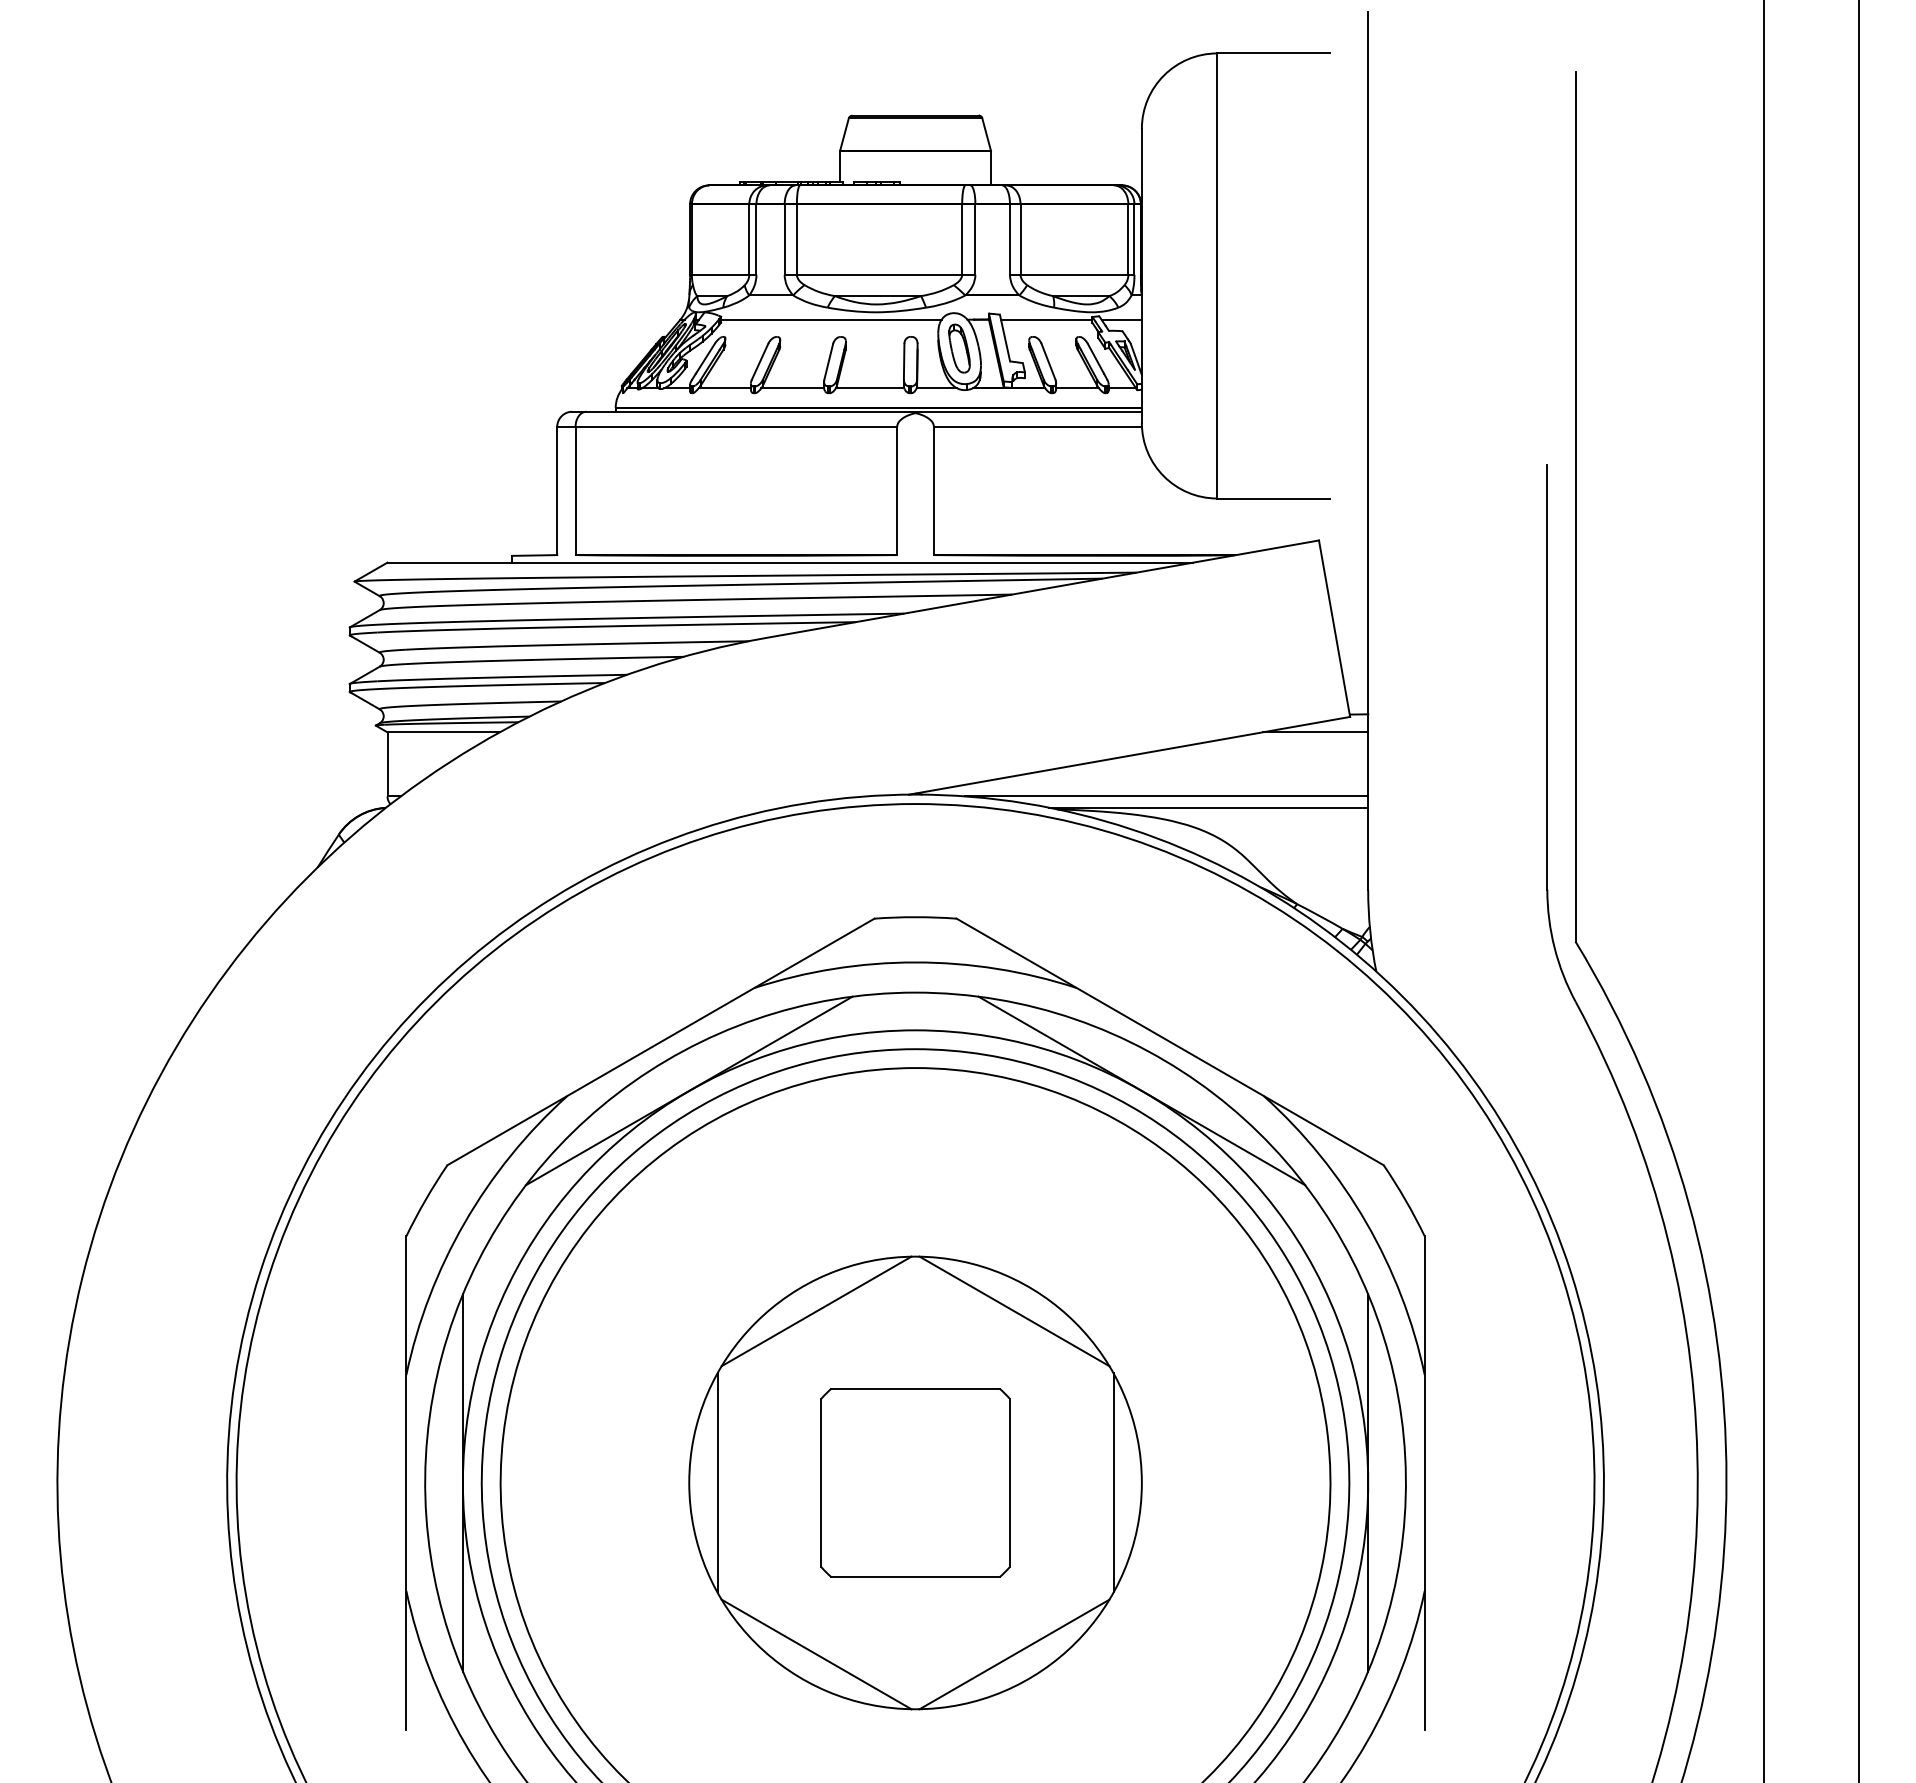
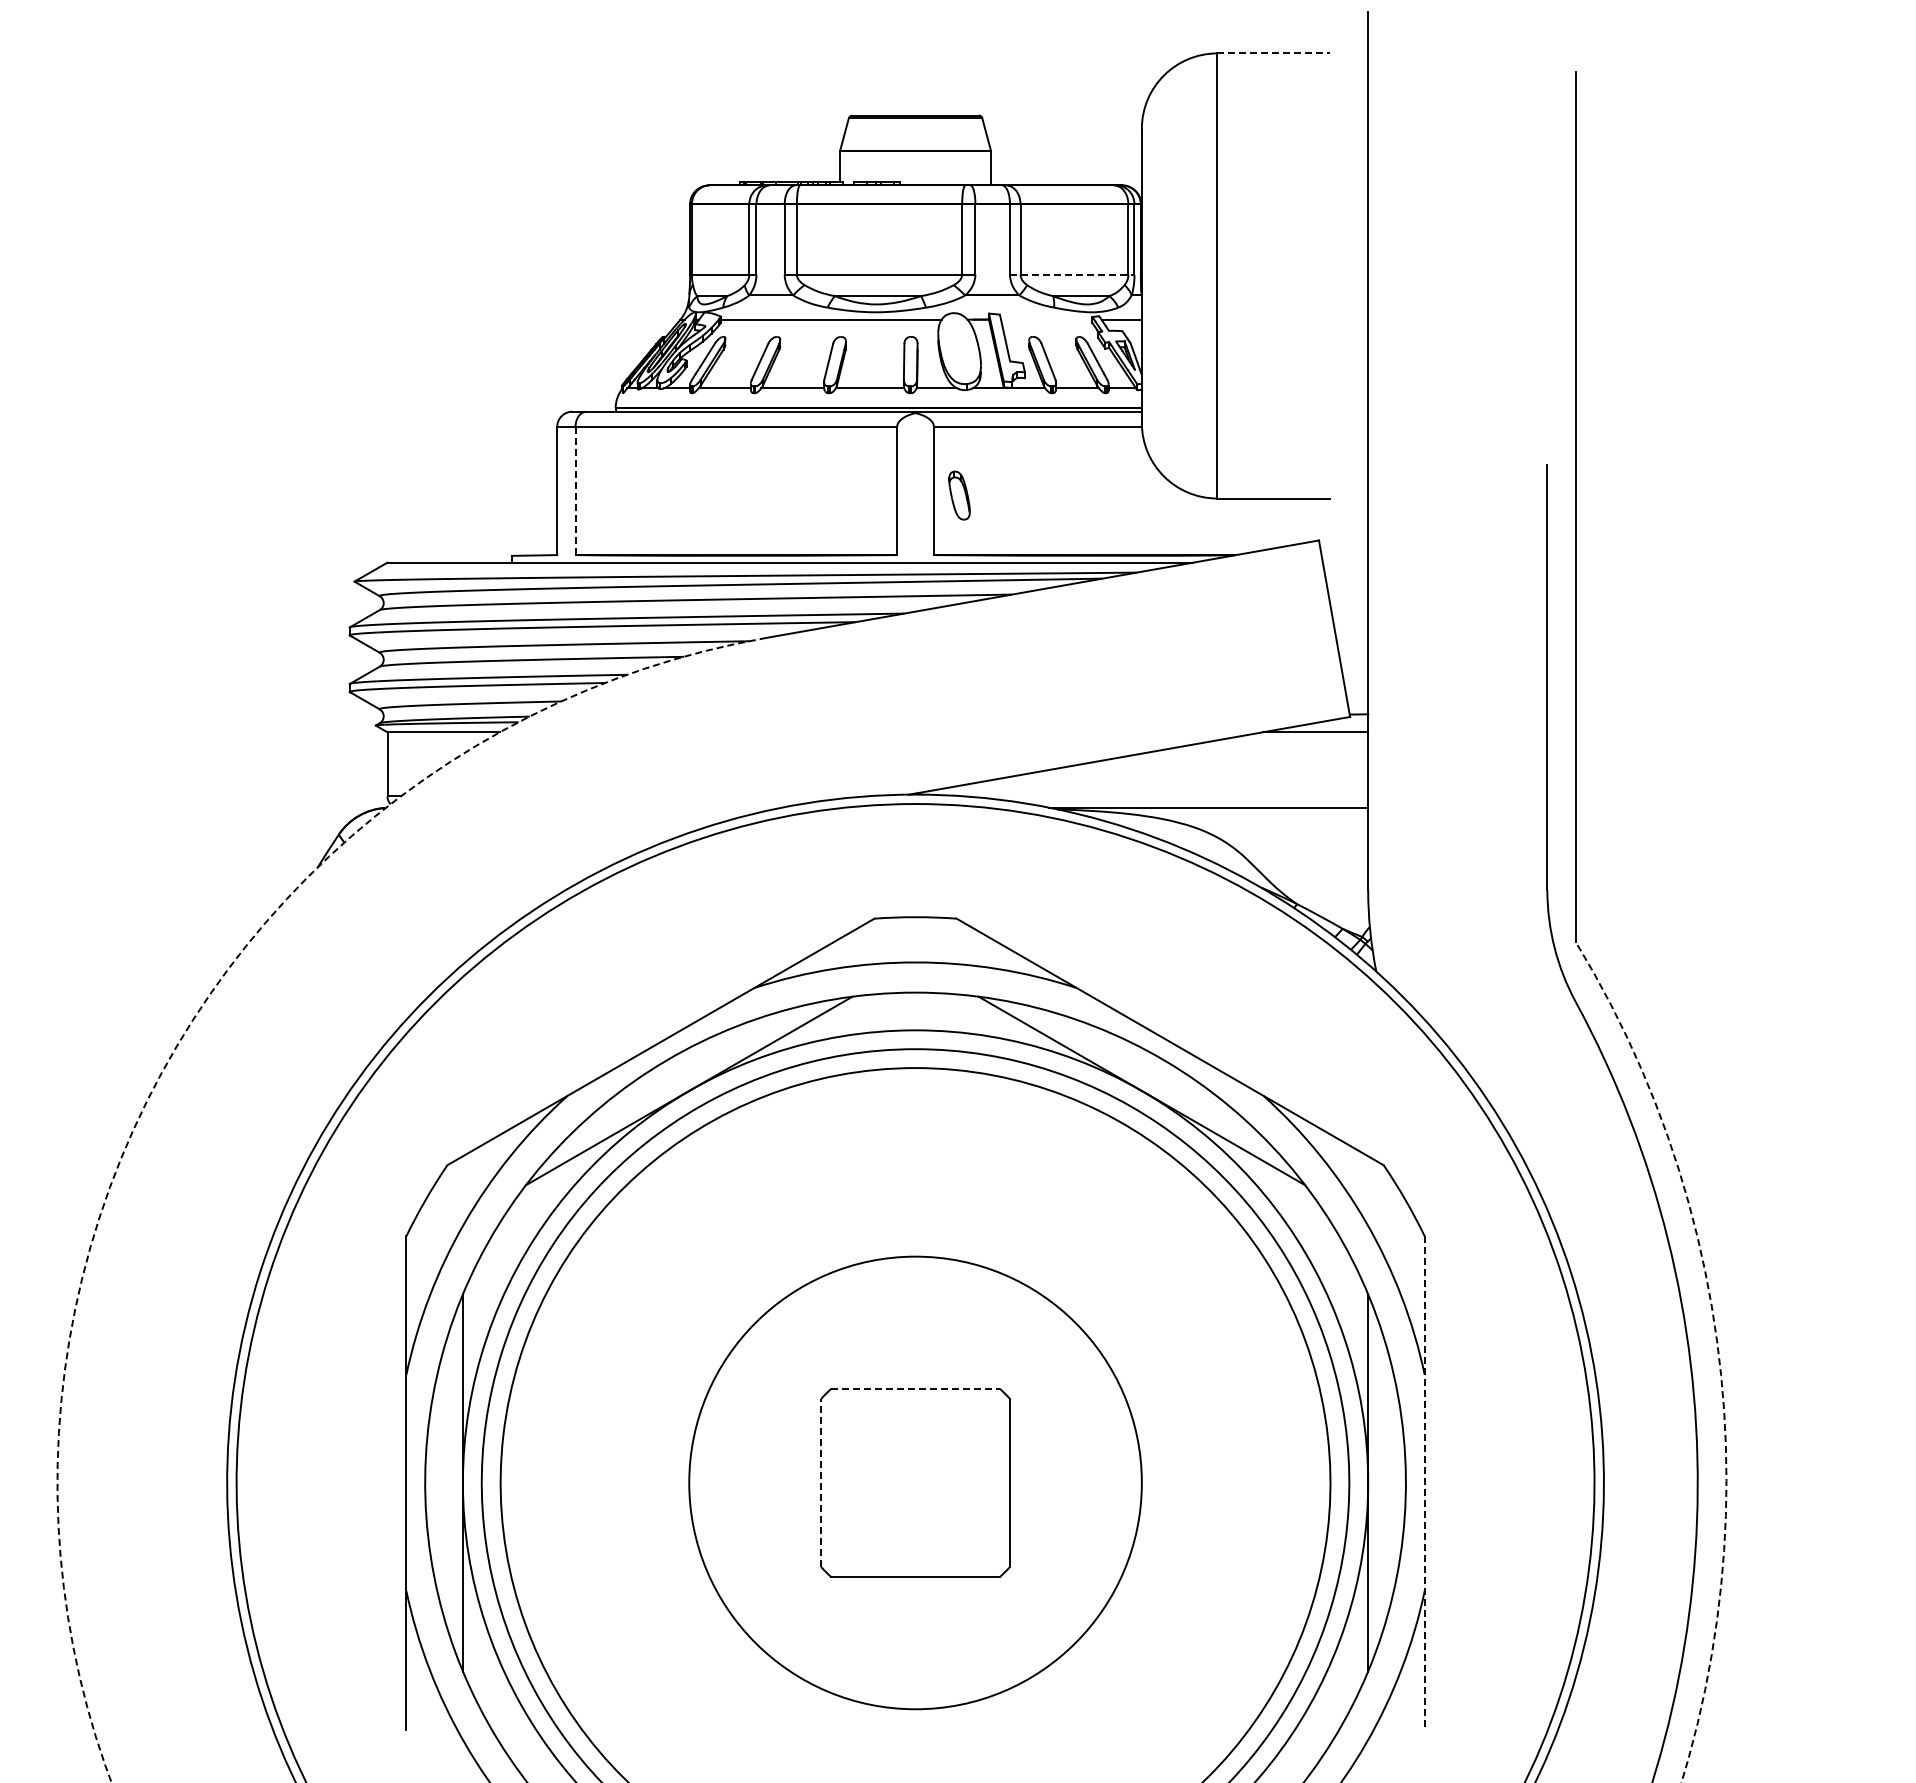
line at (1273, 53): solid -> dashed
line at (1072, 274): solid -> dashed
line at (1046, 319): present -> none
part at (959, 348) position: (959, 348) -> (959, 495)
line at (575, 490): solid -> dashed
line at (1166, 796): present -> none
line at (1764, 890): present -> none
line at (1858, 890): present -> none
arc at (170, 1057): solid -> dashed
line at (816, 1311): present -> none
line at (1014, 1311): present -> none
arc at (1718, 1350): solid -> dashed
line at (916, 1388): solid -> dashed
line at (717, 1482): present -> none
line at (821, 1482): solid -> dashed
line at (1113, 1482): present -> none
line at (1424, 1482): solid -> dashed
line at (816, 1654): present -> none
line at (1014, 1654): present -> none
